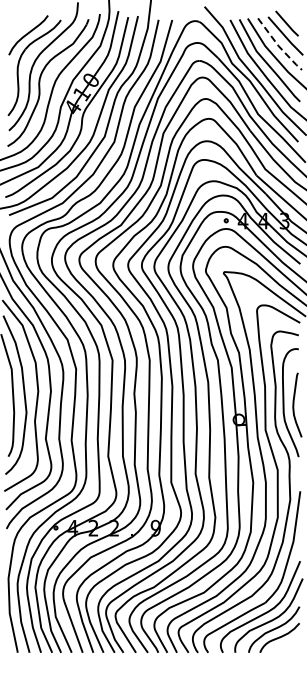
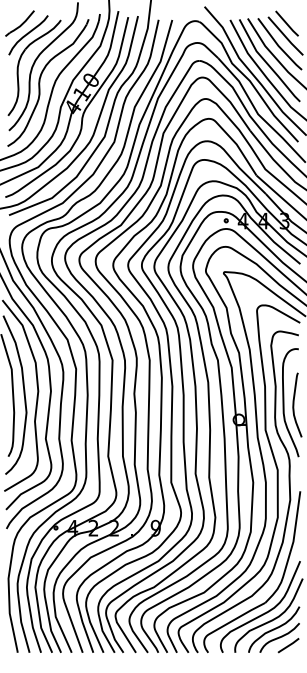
part at (19, 23): none -> present
line at (278, 46): dashed -> solid
line at (288, 645): none -> present
